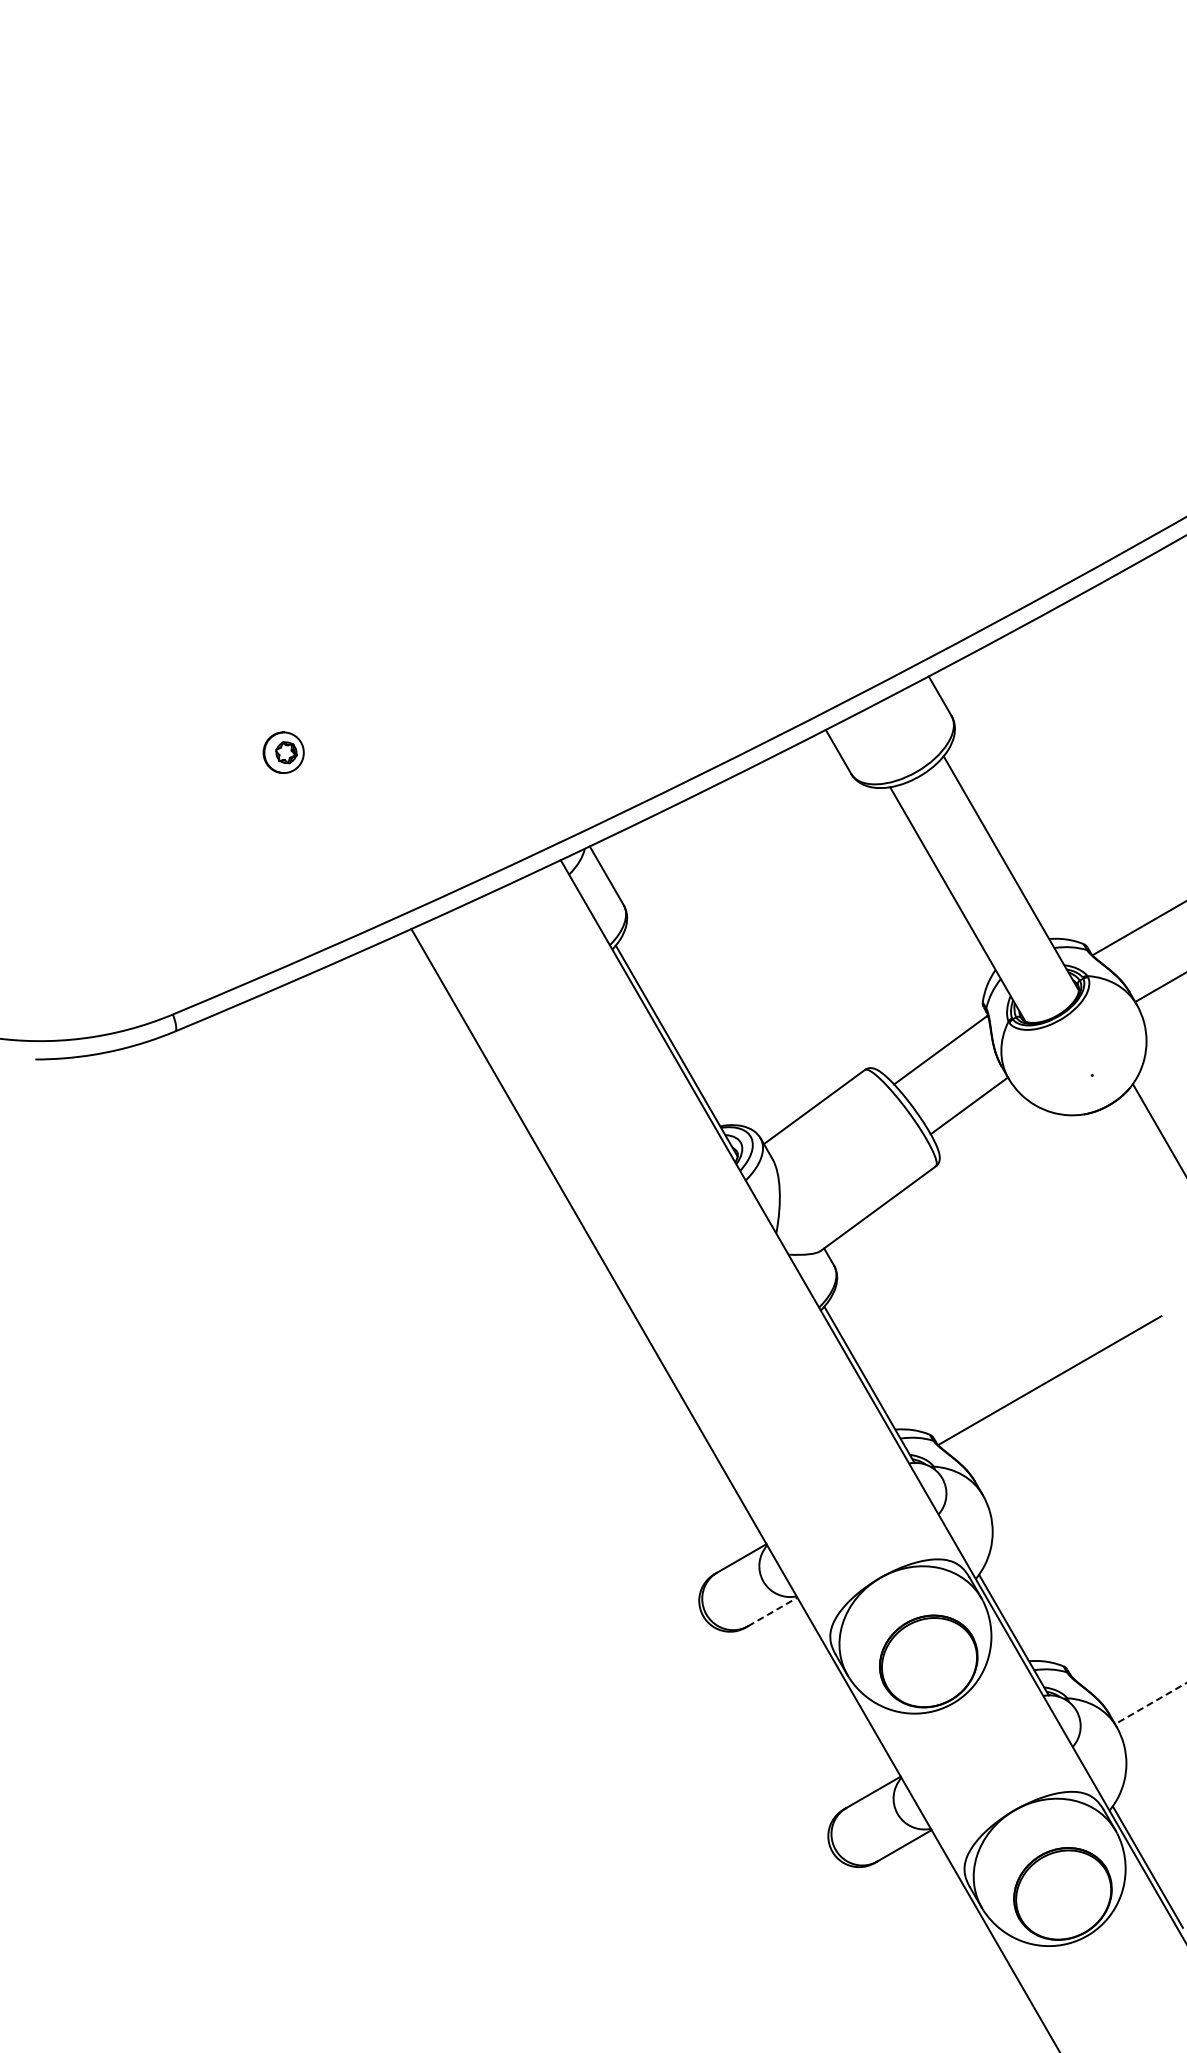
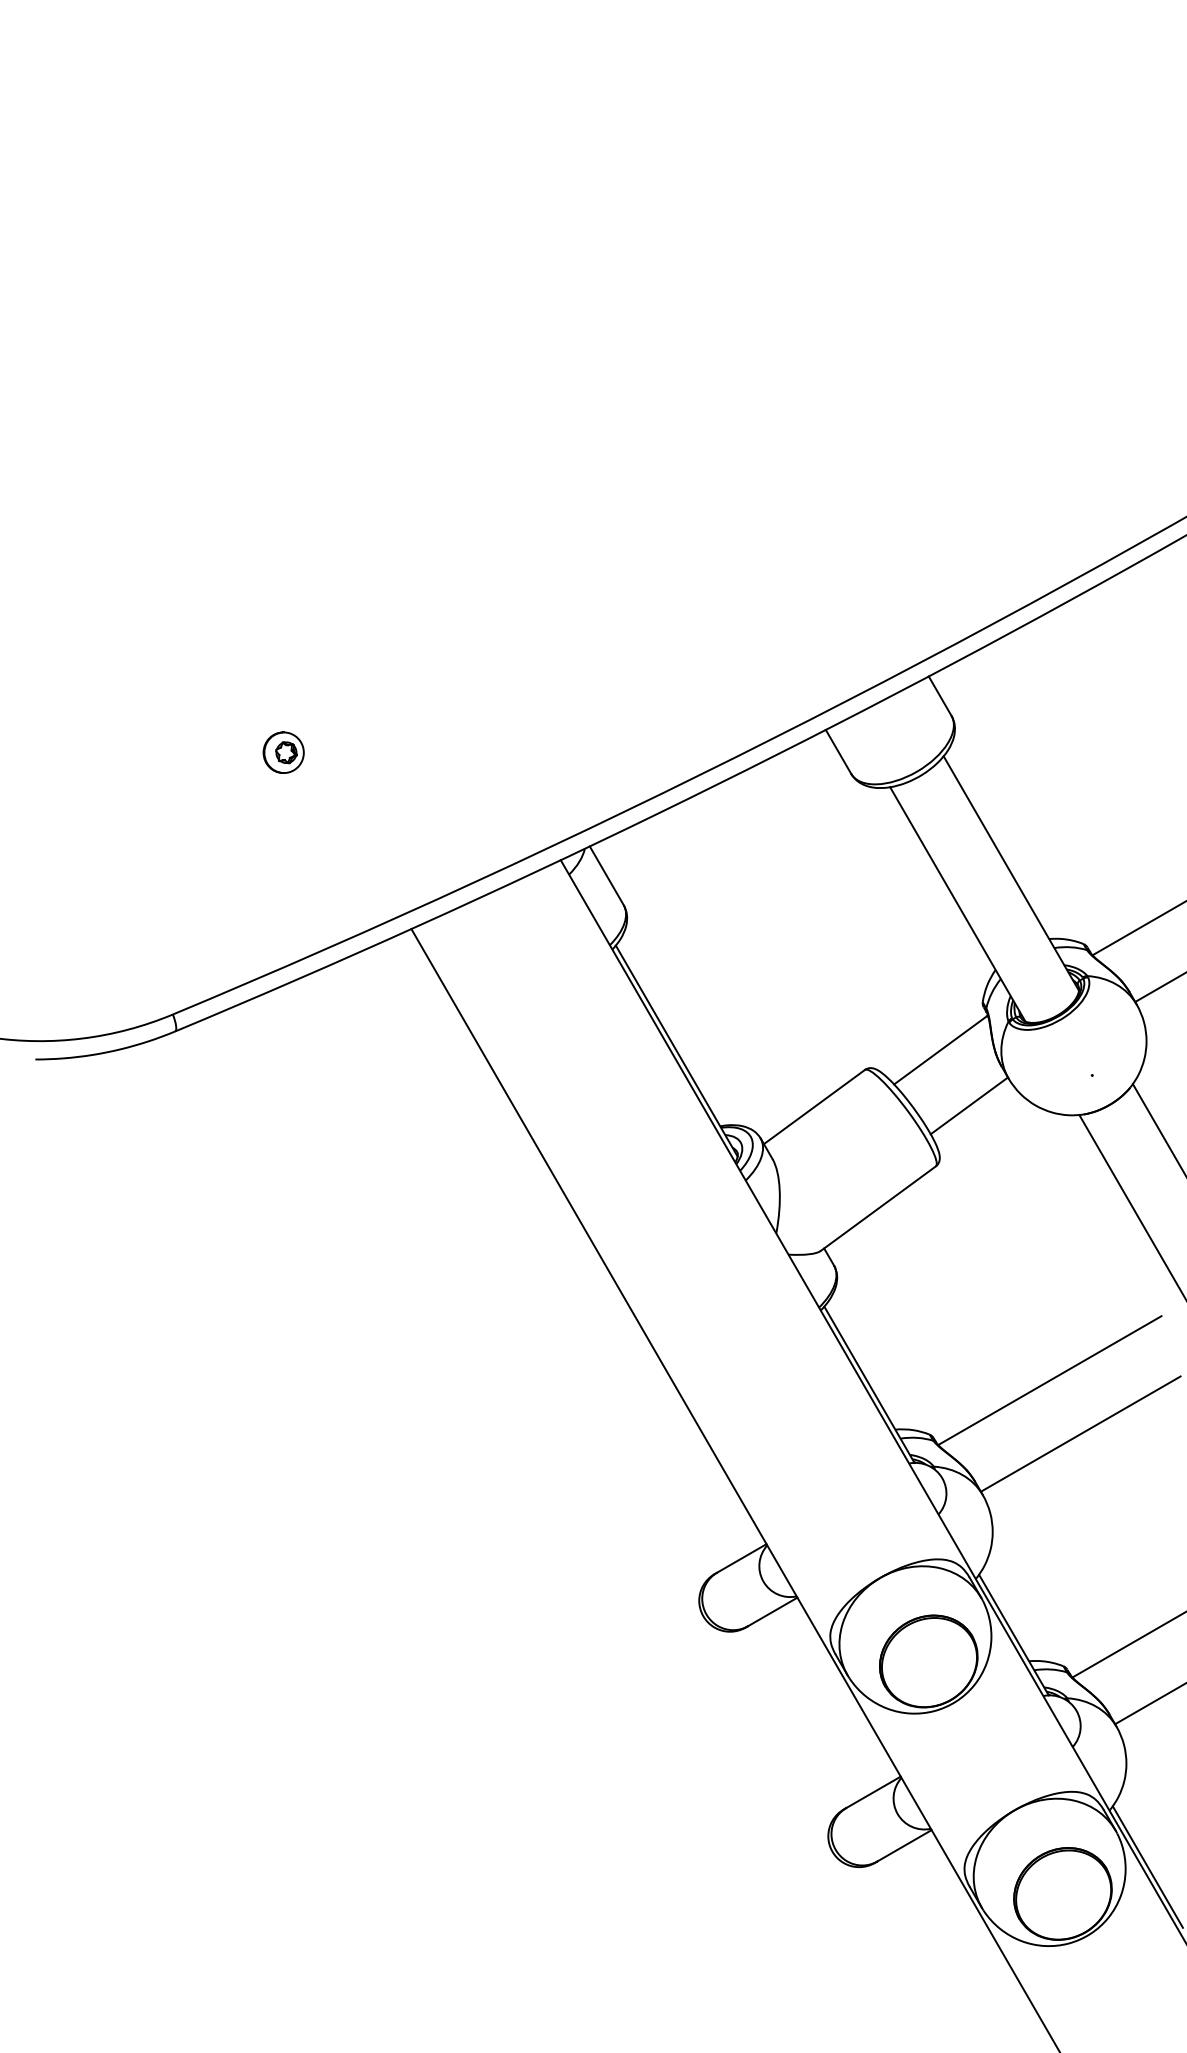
line at (1131, 1205): none -> present
line at (1080, 1433): none -> present
line at (772, 1611): dashed -> solid
line at (1127, 1645): none -> present
line at (1150, 1703): dashed -> solid
